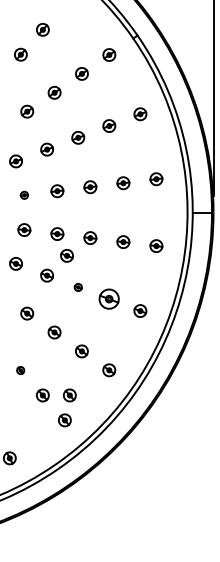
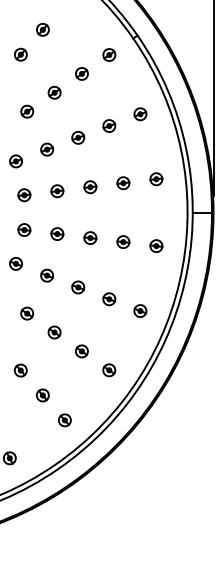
part at (23, 194) size: 10x10 px -> 15x15 px
part at (66, 255): present -> none
part at (77, 287) size: 10x9 px -> 15x15 px
part at (108, 298) size: 22x22 px -> 15x15 px
part at (20, 370) size: 10x10 px -> 15x15 px
part at (69, 395): present -> none
